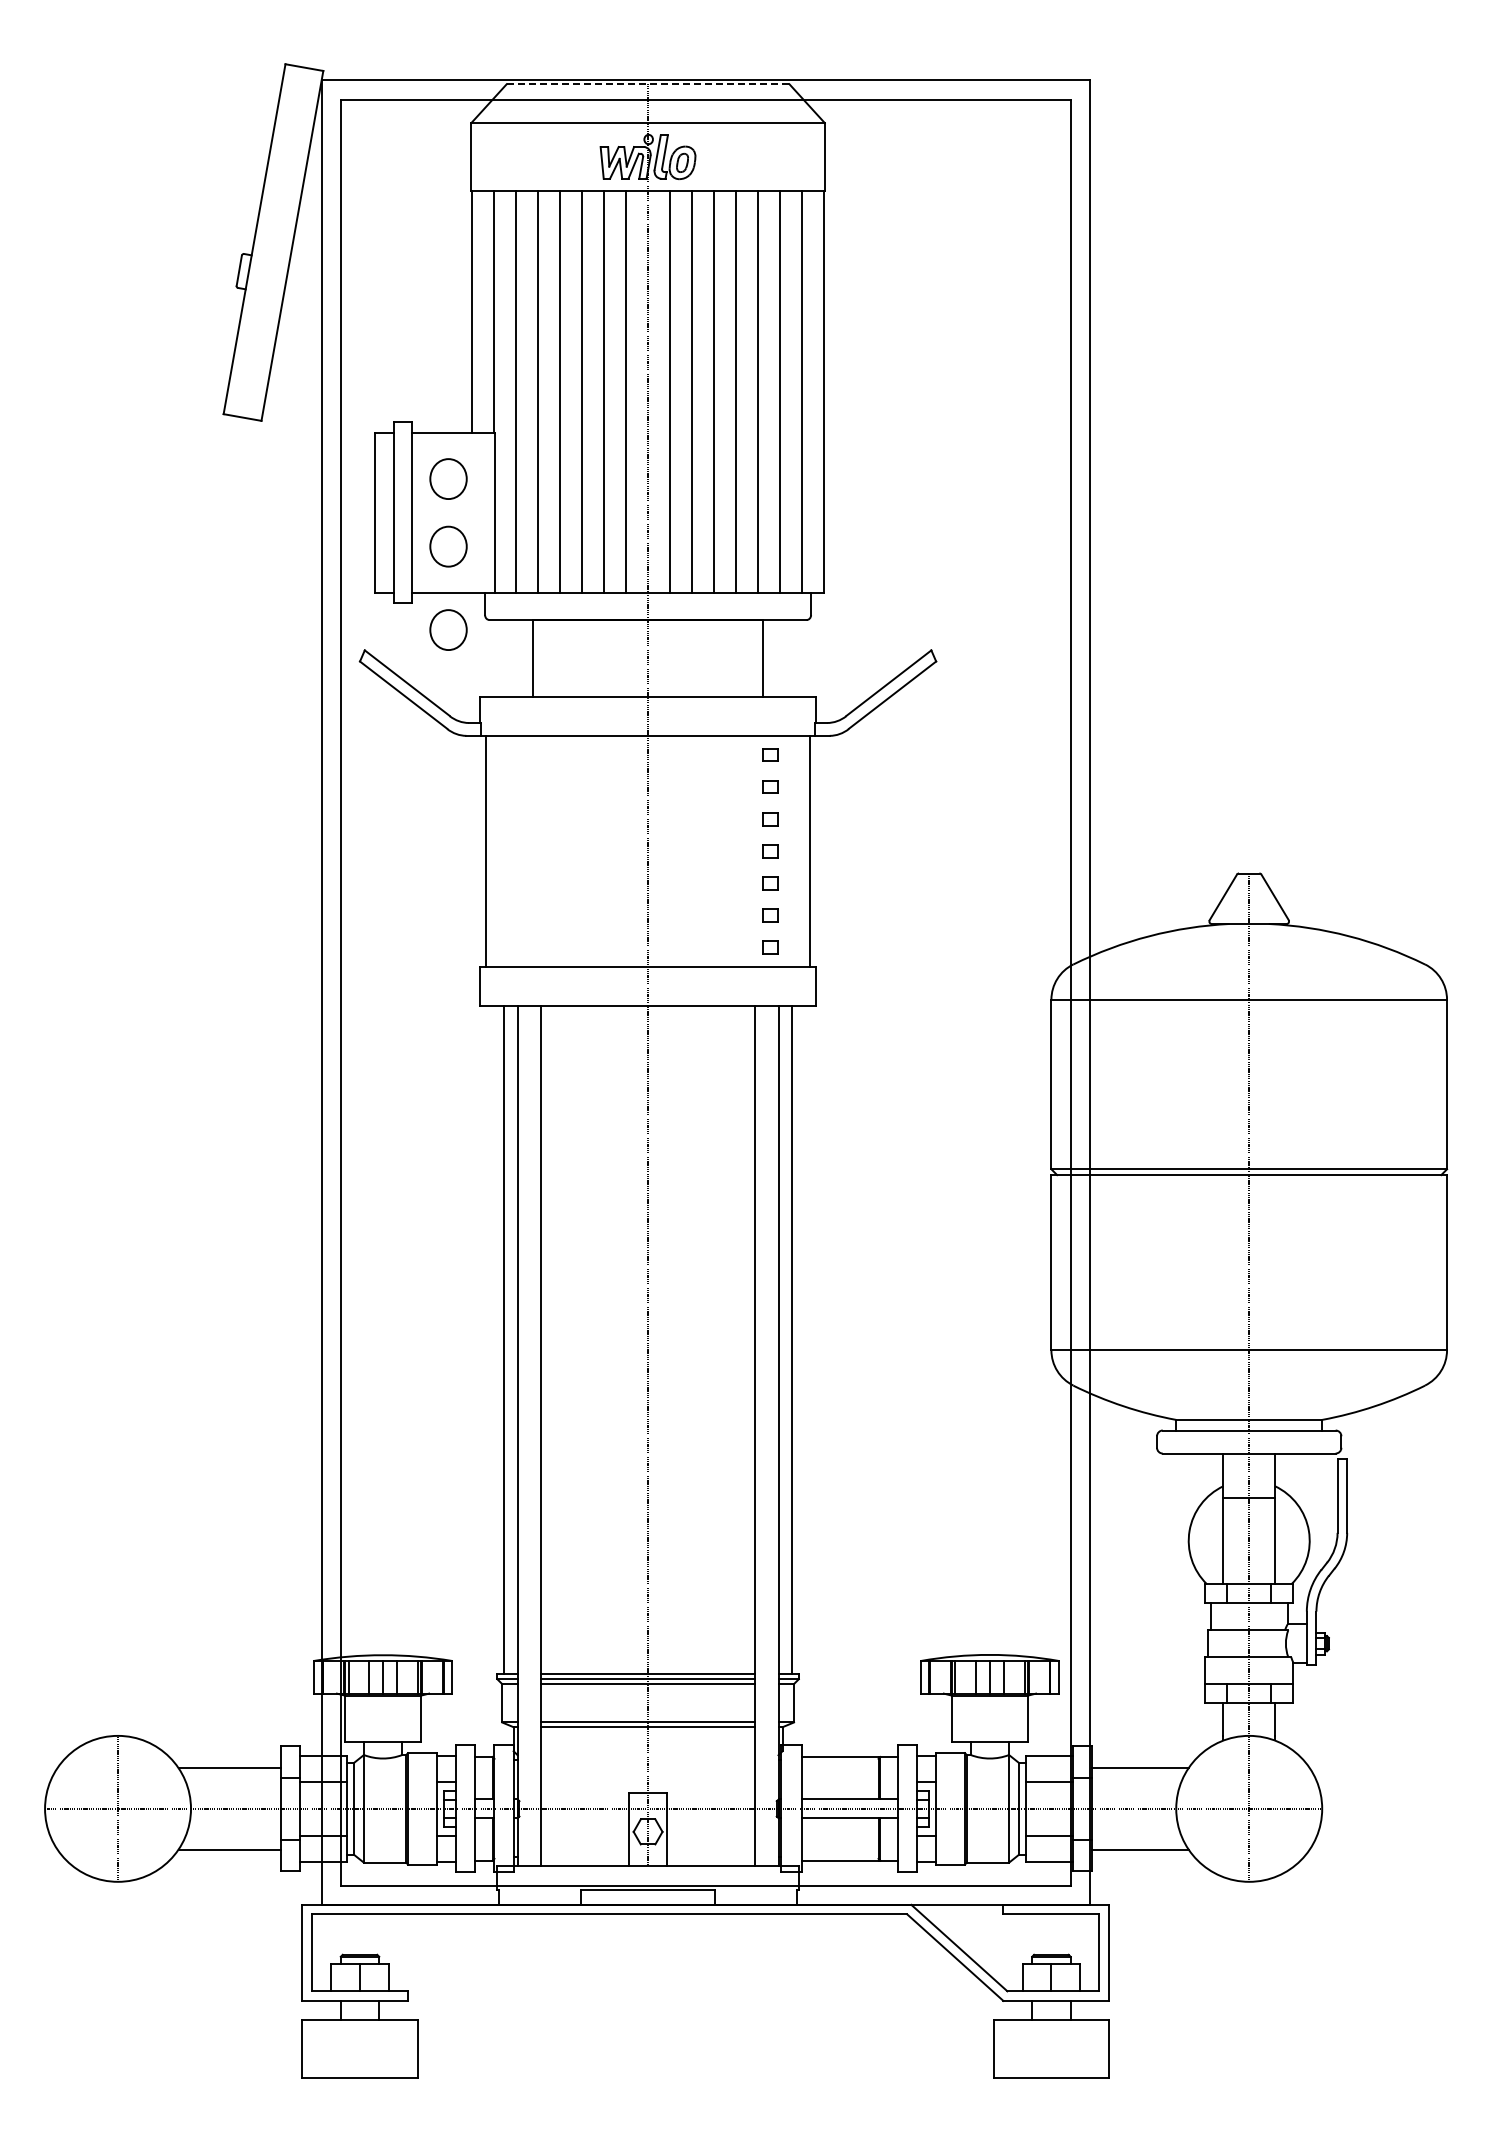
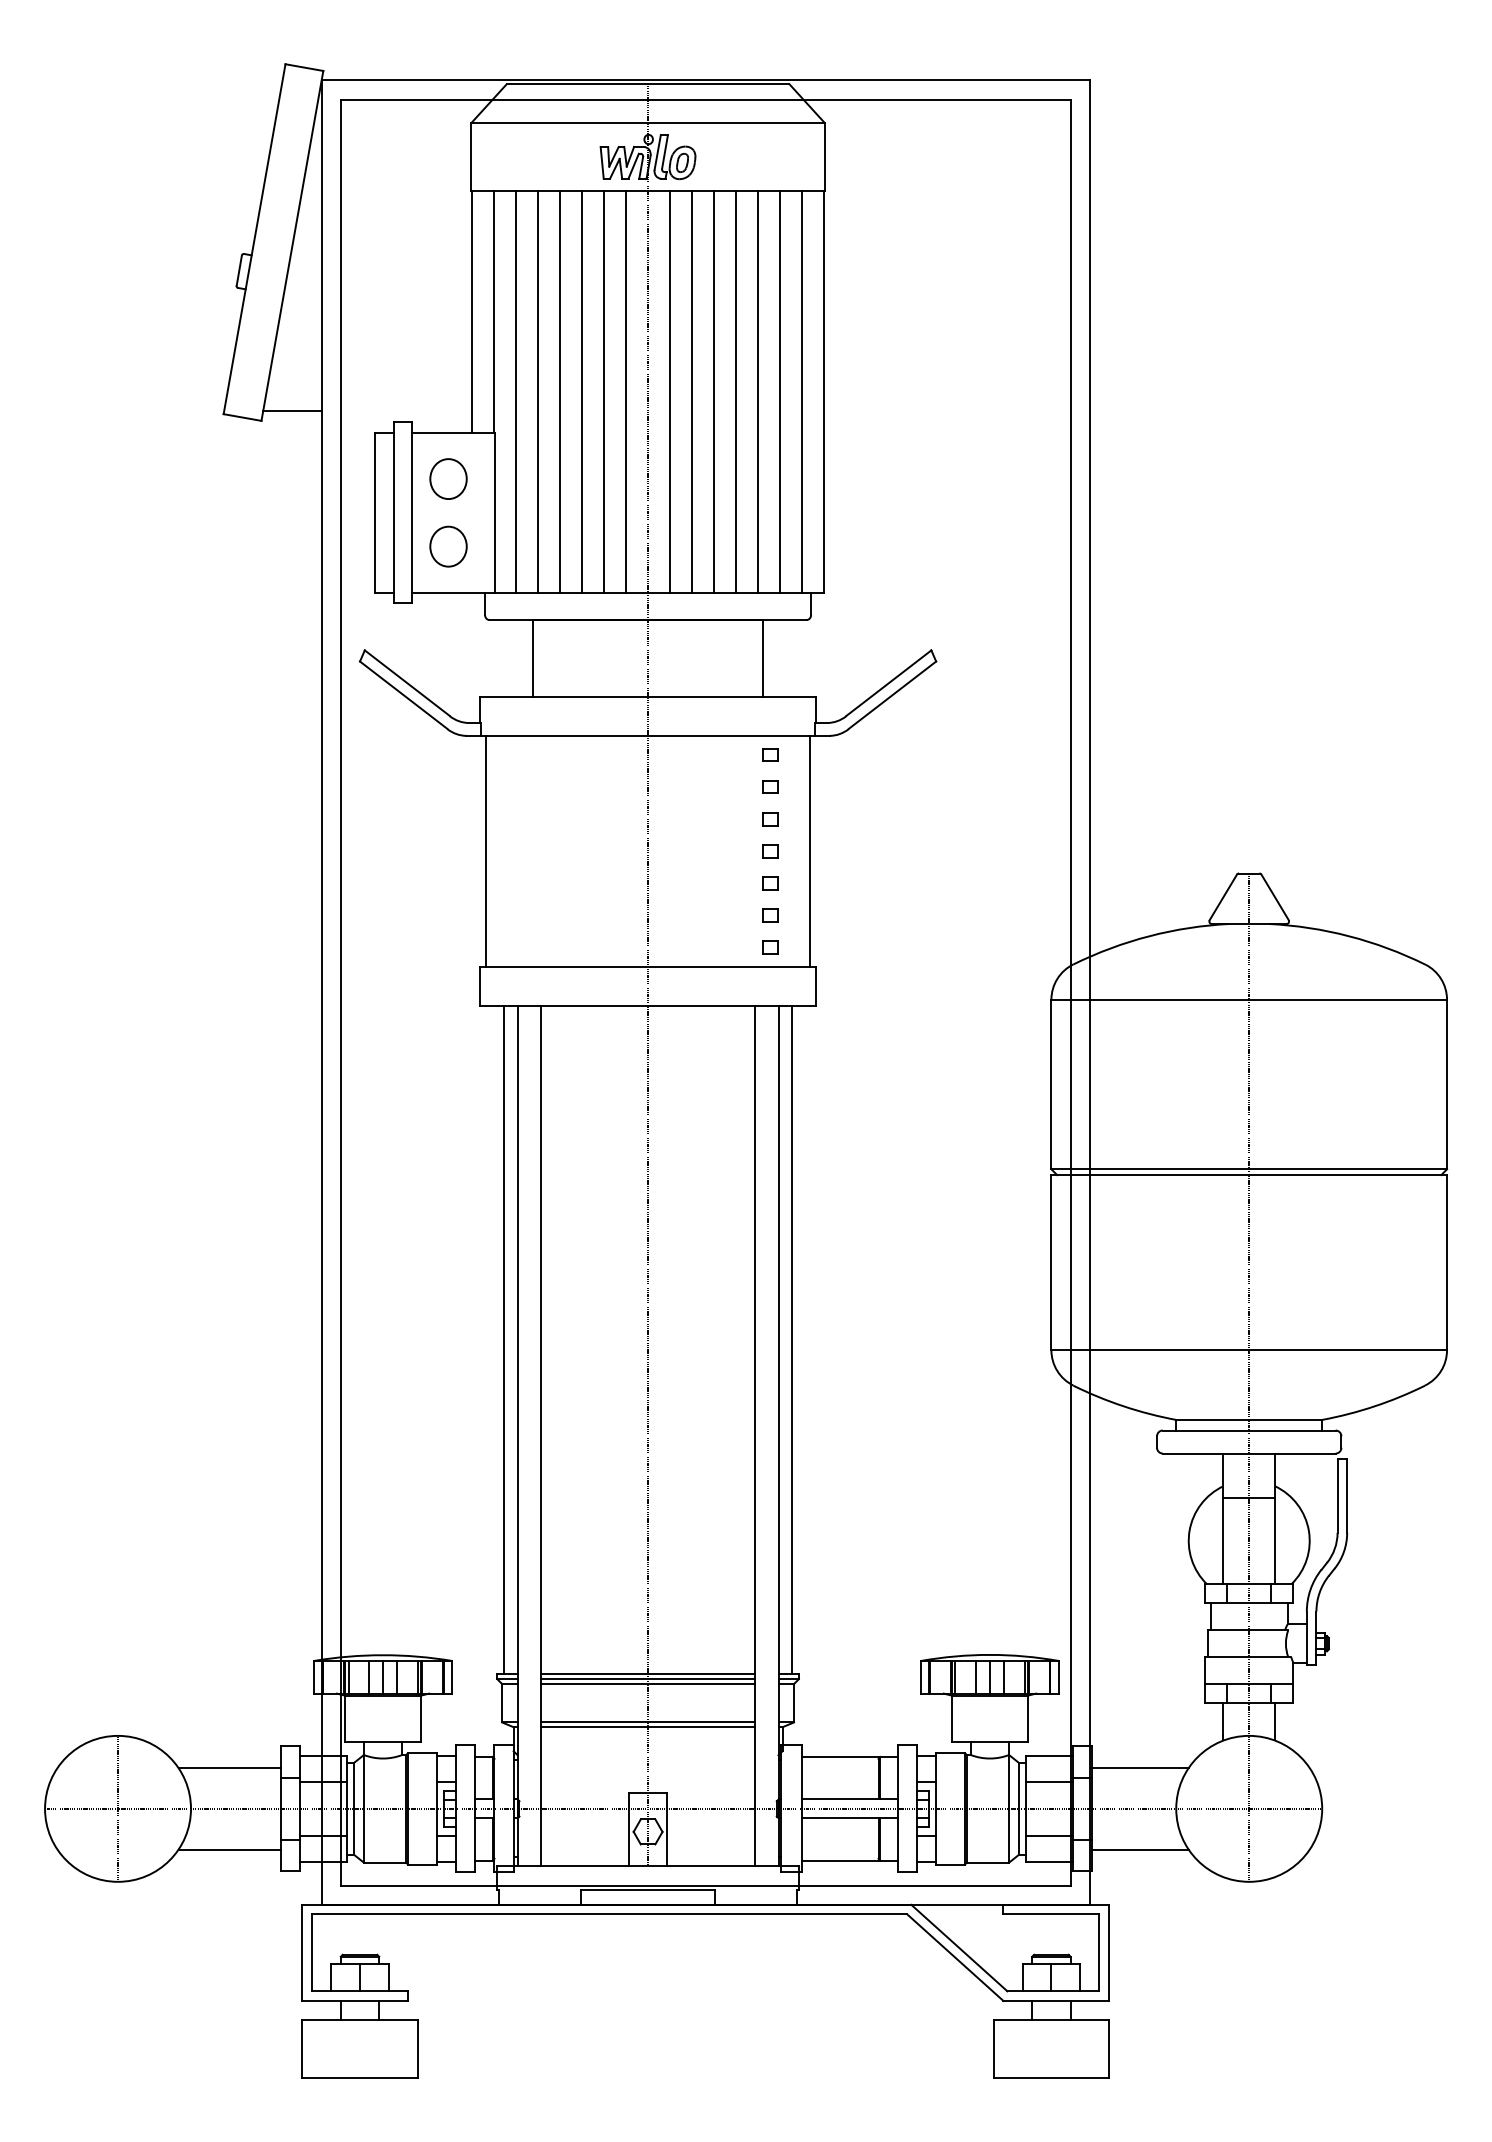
line at (647, 84): dashed -> solid
line at (292, 411): none -> present
part at (448, 629): present -> none
